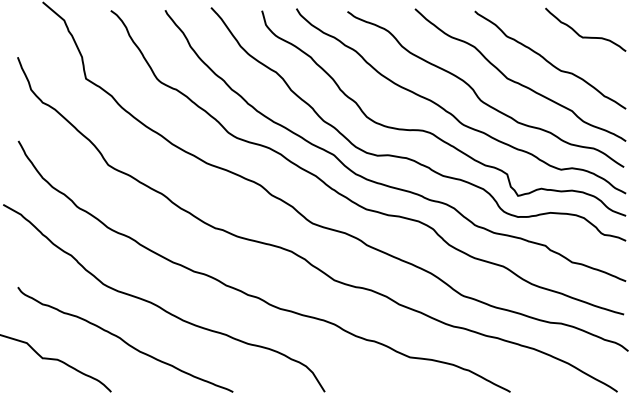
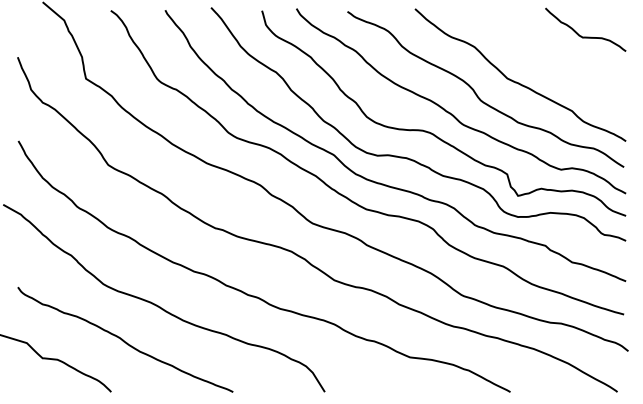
curve at (548, 60): present -> none
